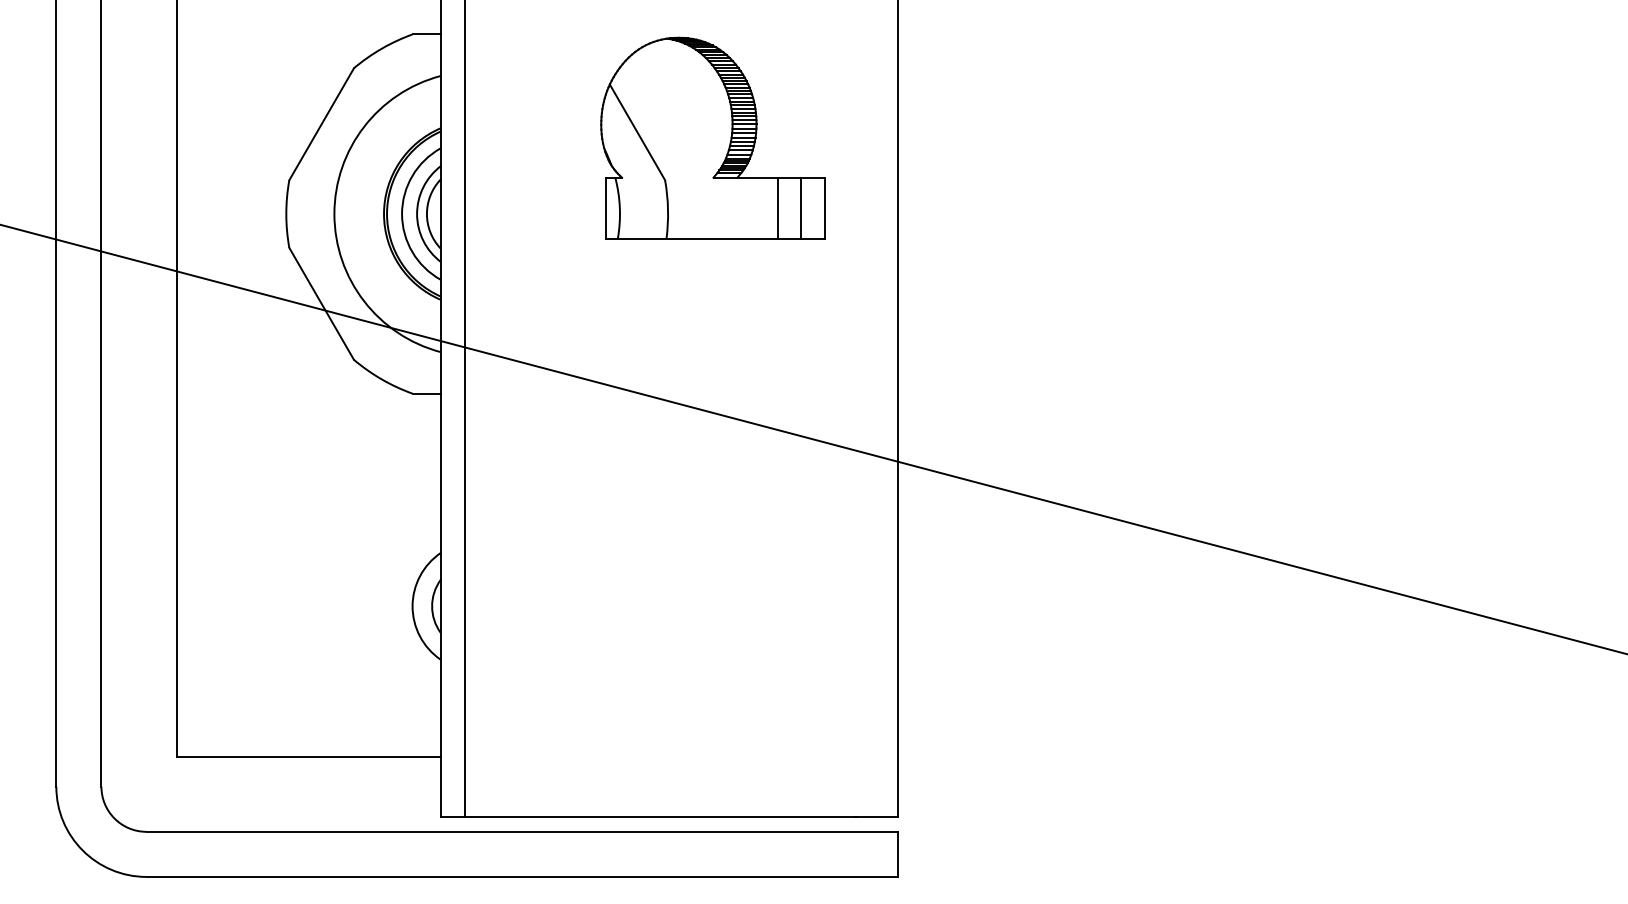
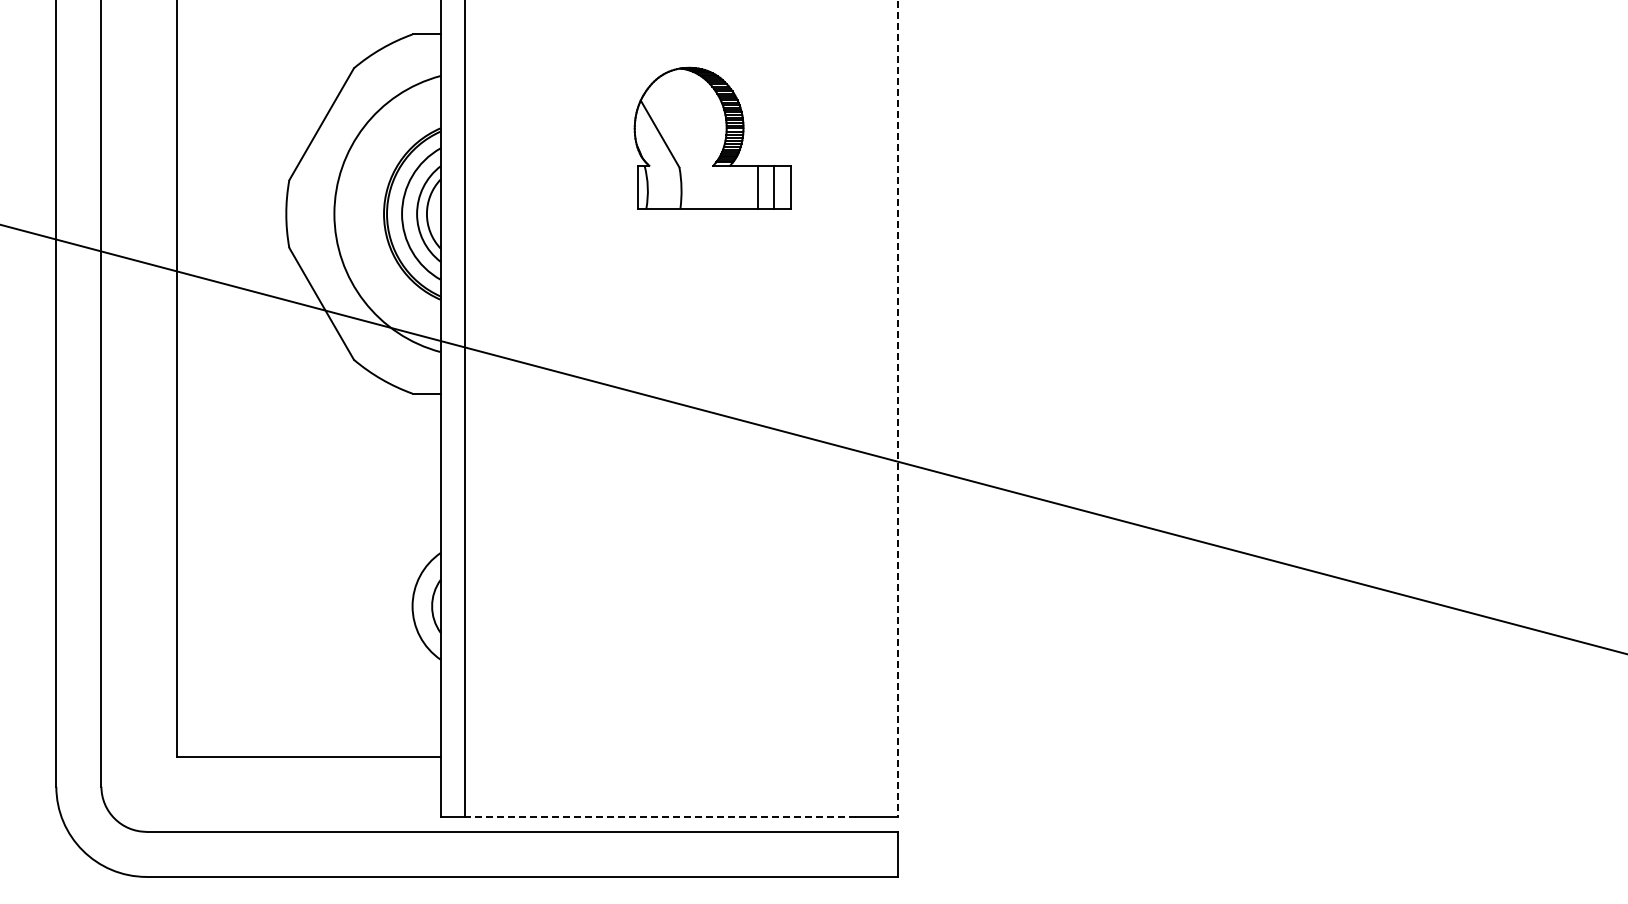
part at (712, 137) size: 226x204 px -> 159x144 px
line at (898, 408): solid -> dashed
line at (659, 816): solid -> dashed
